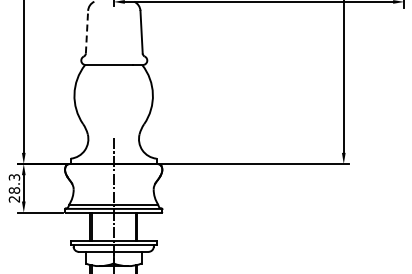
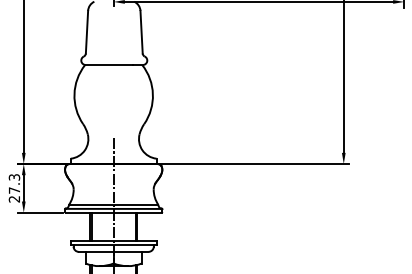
line at (87, 31): dashed -> solid
text at (14, 190): 28.3 -> 27.3
